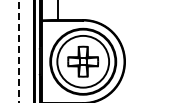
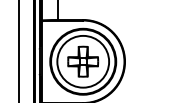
line at (18, 51): dashed -> solid
